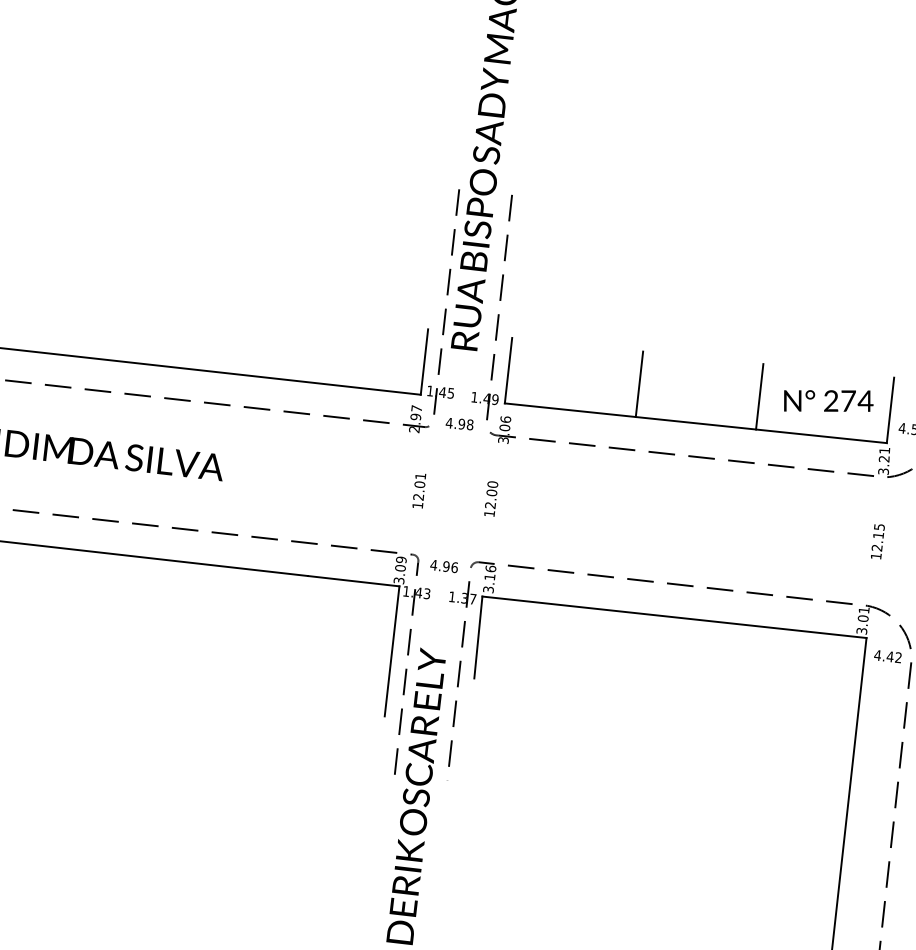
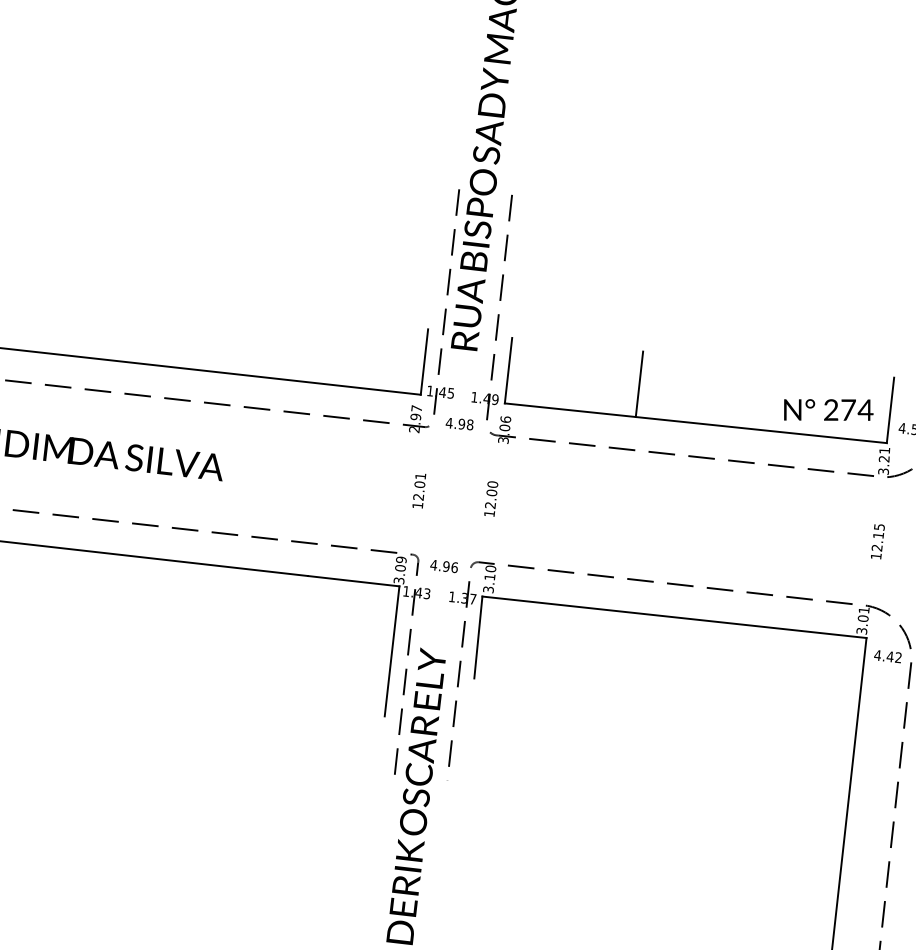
line at (759, 396): present -> none
text at (828, 400) position: (828, 400) -> (828, 409)
text at (490, 568): 3.16 -> 3.10
